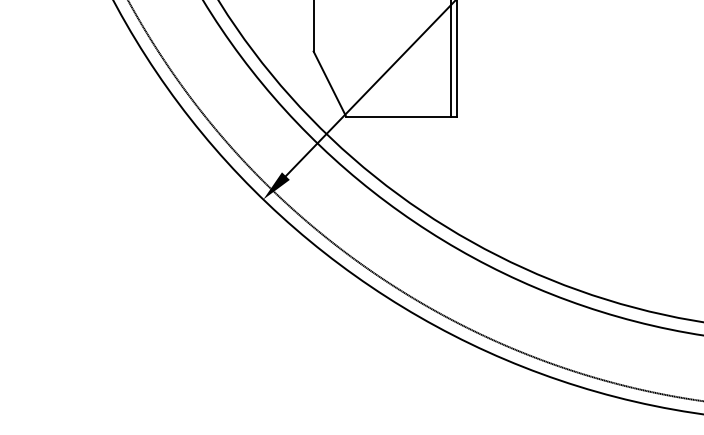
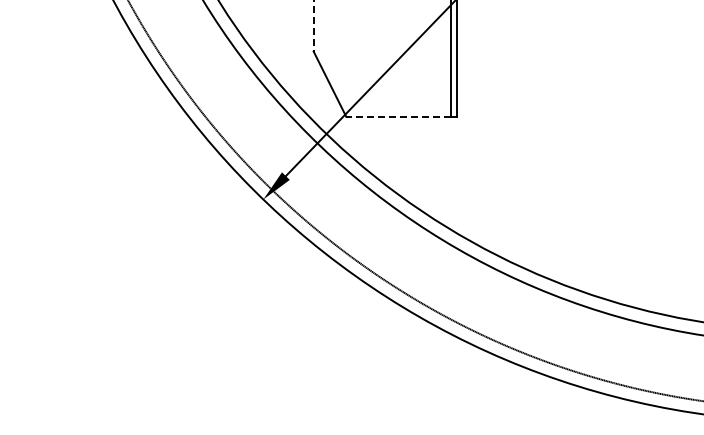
line at (313, 26): solid -> dashed
line at (398, 116): solid -> dashed
